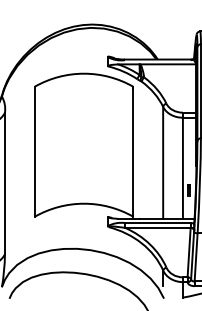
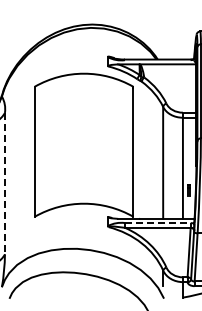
line at (4, 183): solid -> dashed
line at (157, 223): solid -> dashed
